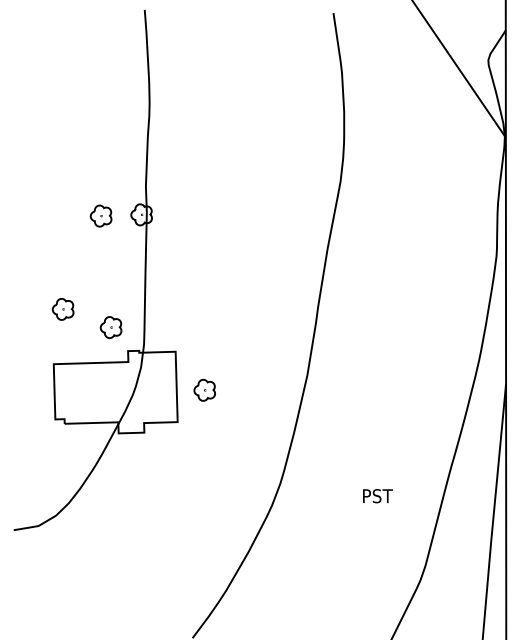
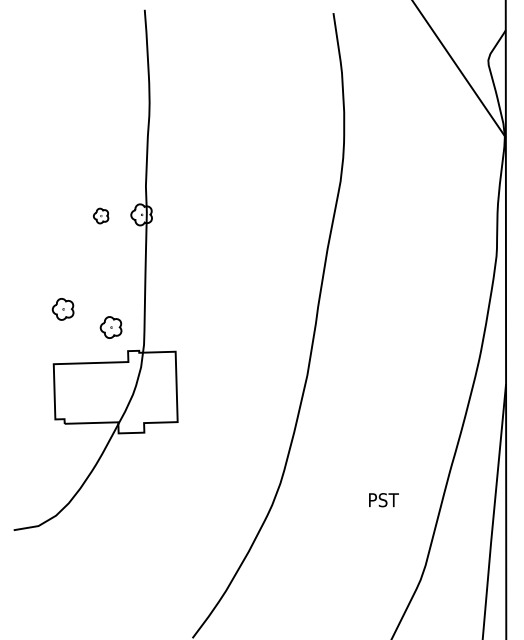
part at (100, 215) size: 24x24 px -> 17x18 px
part at (204, 390): present -> none
text at (377, 496) position: (377, 496) -> (383, 500)
